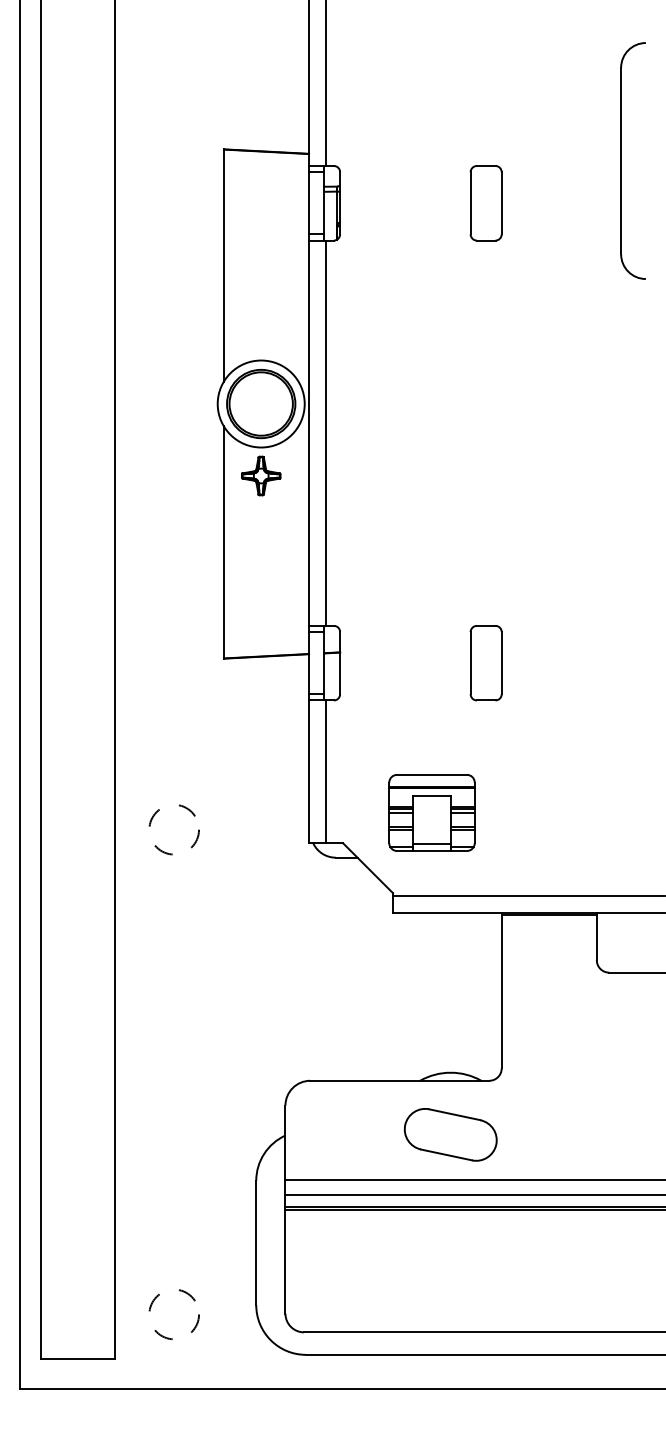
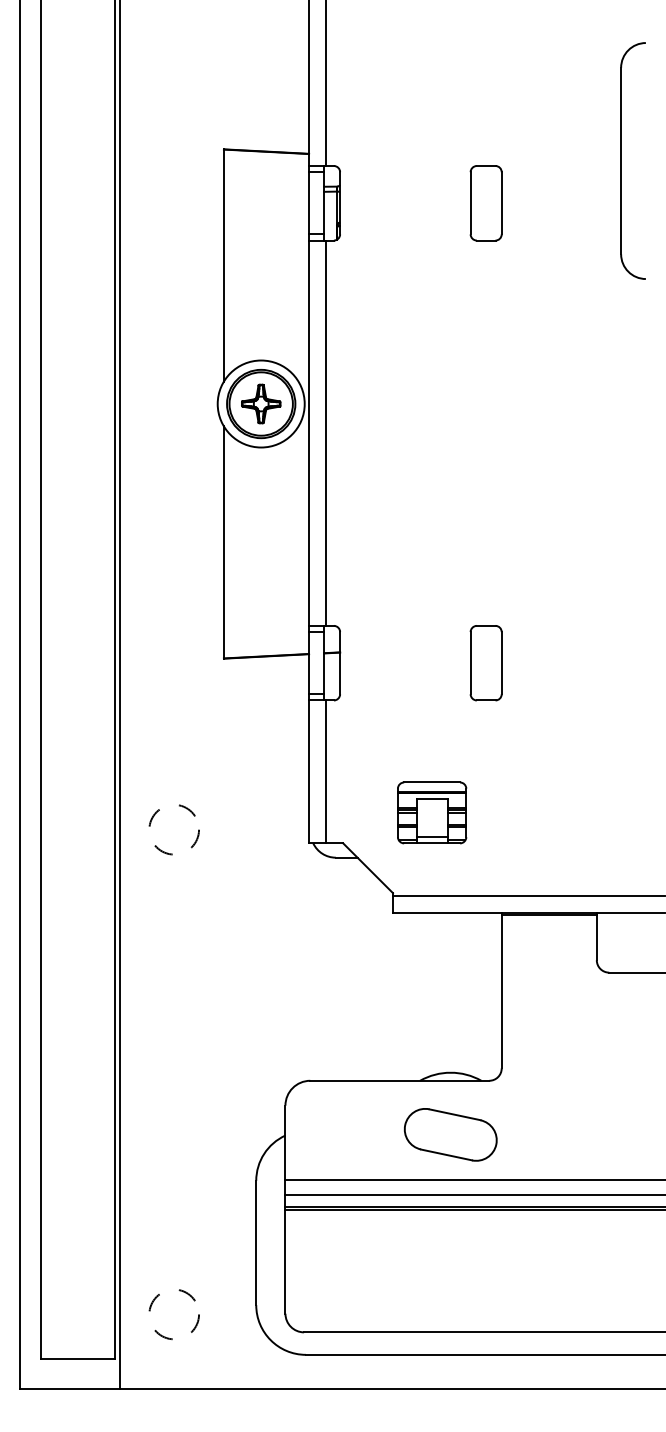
part at (261, 475) position: (261, 475) -> (261, 403)
line at (119, 695): none -> present
part at (431, 812) size: 88x78 px -> 71x64 px
